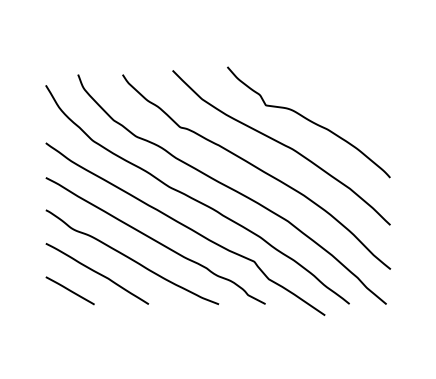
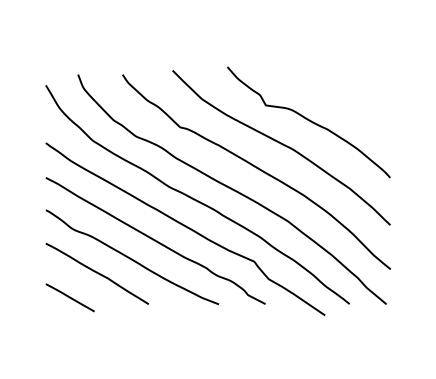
line at (69, 290) position: (69, 290) -> (69, 297)
